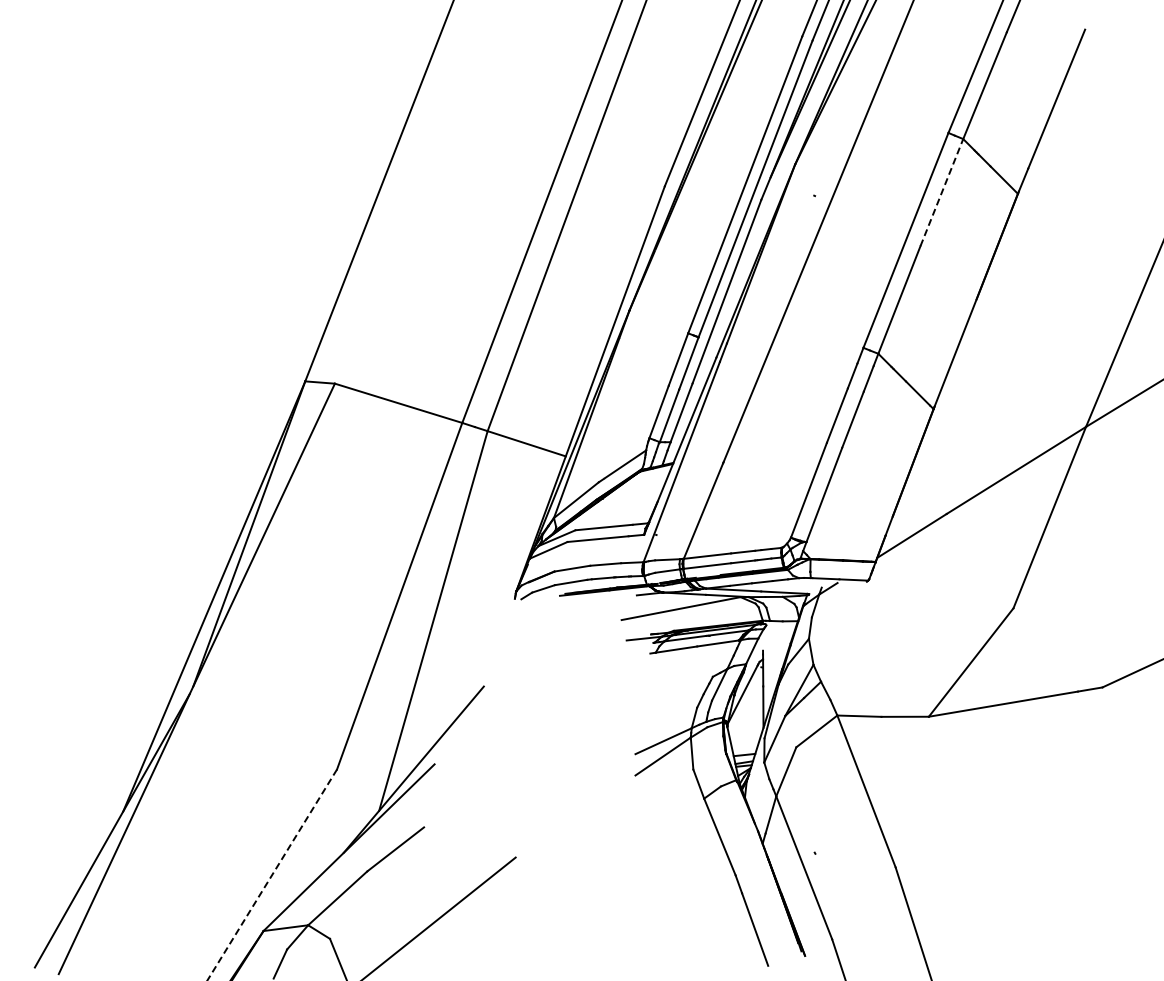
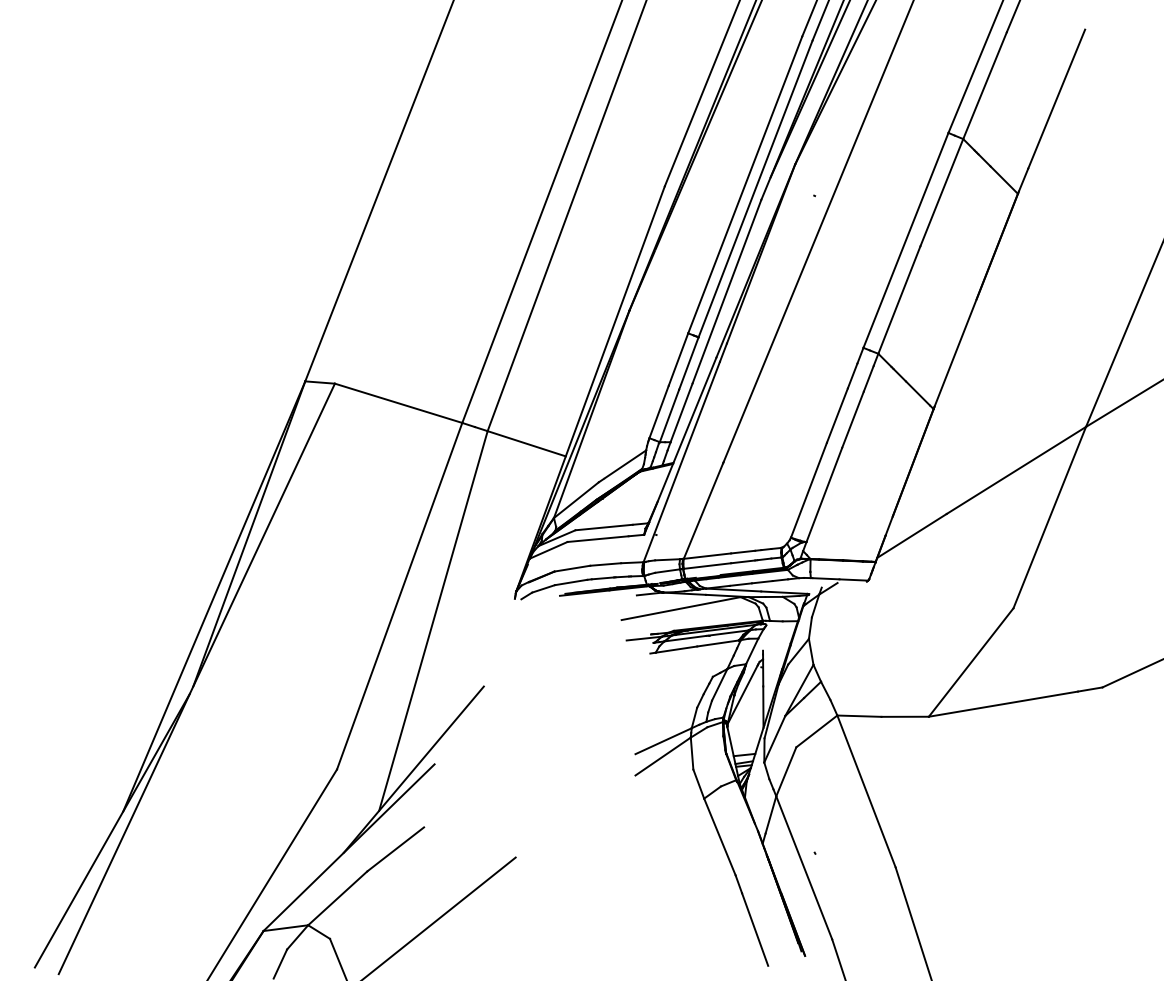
line at (941, 192): dashed -> solid
line at (272, 875): dashed -> solid
